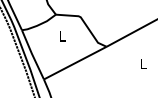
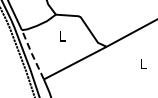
line at (32, 54): solid -> dashed
